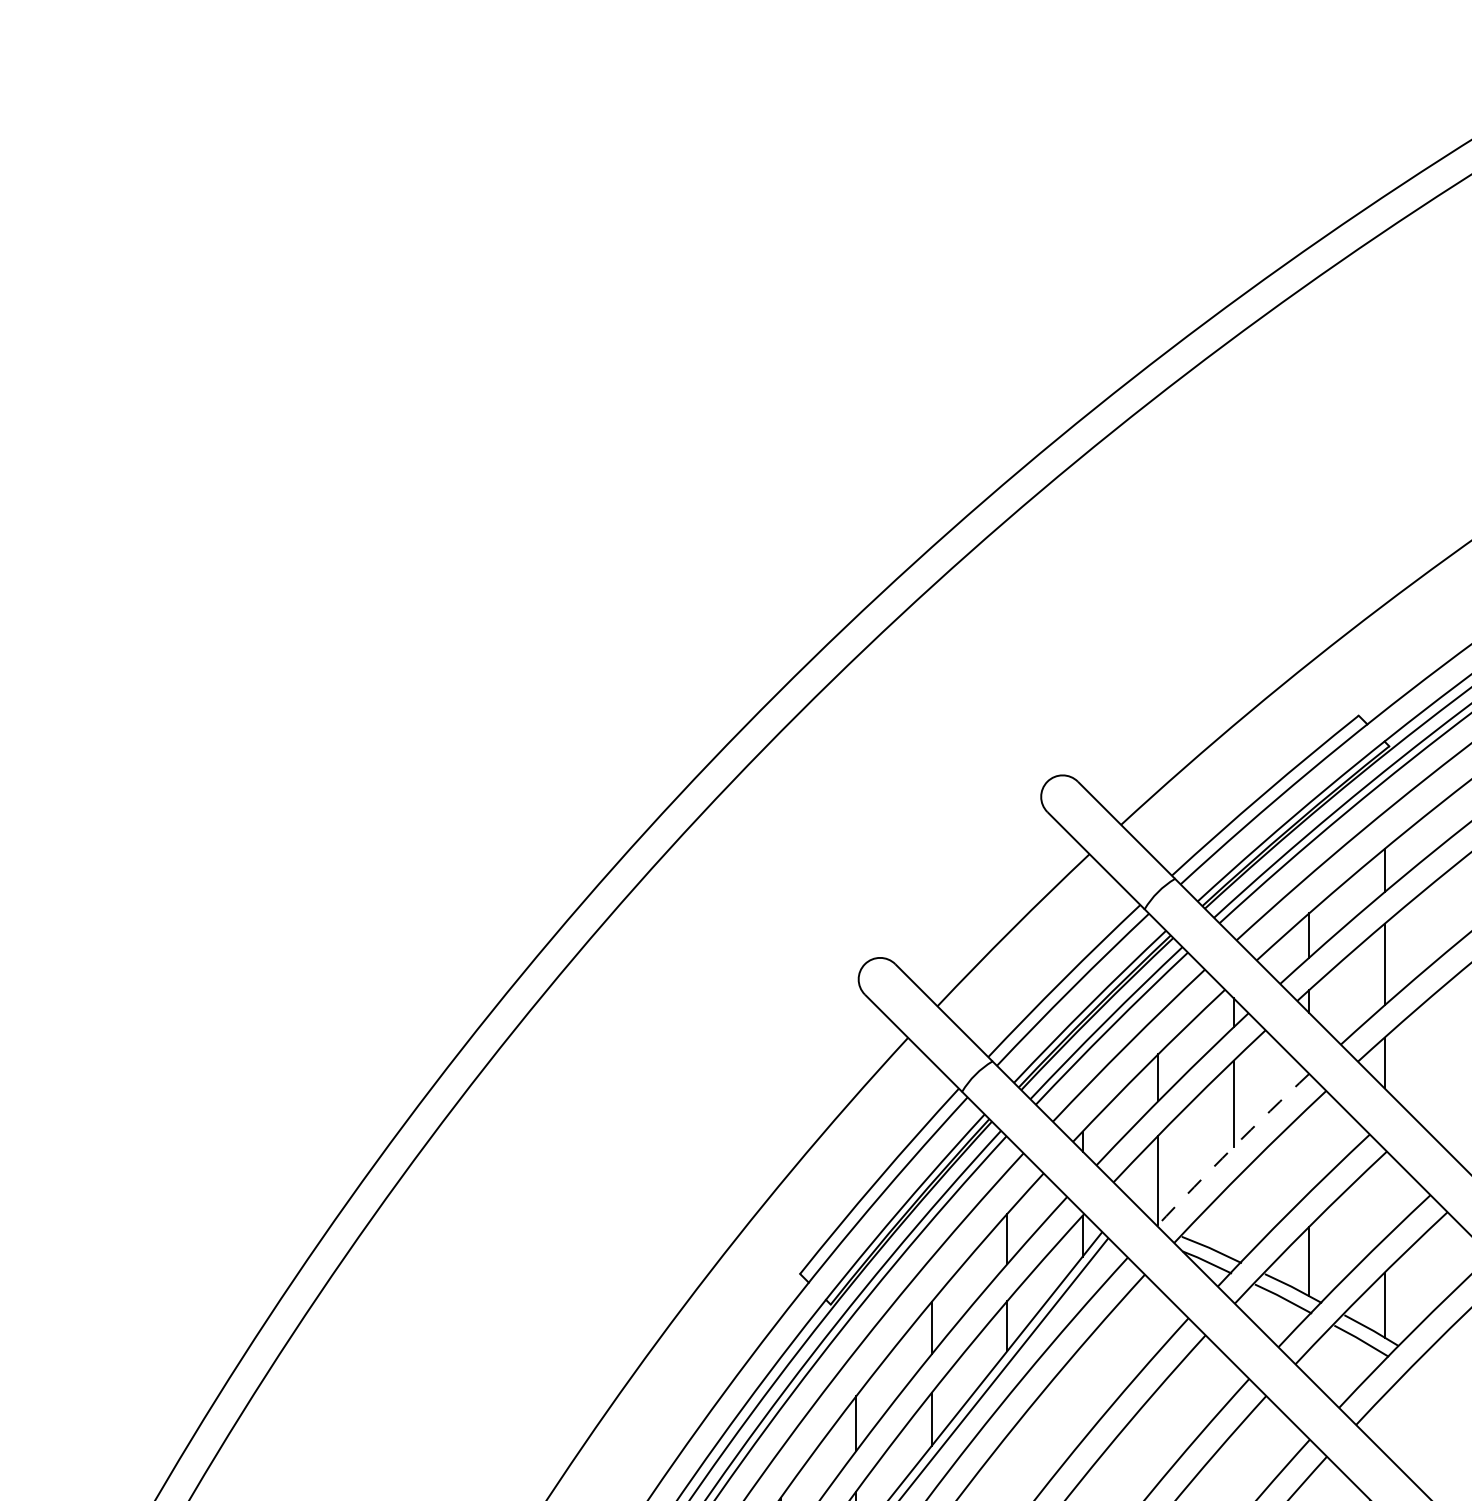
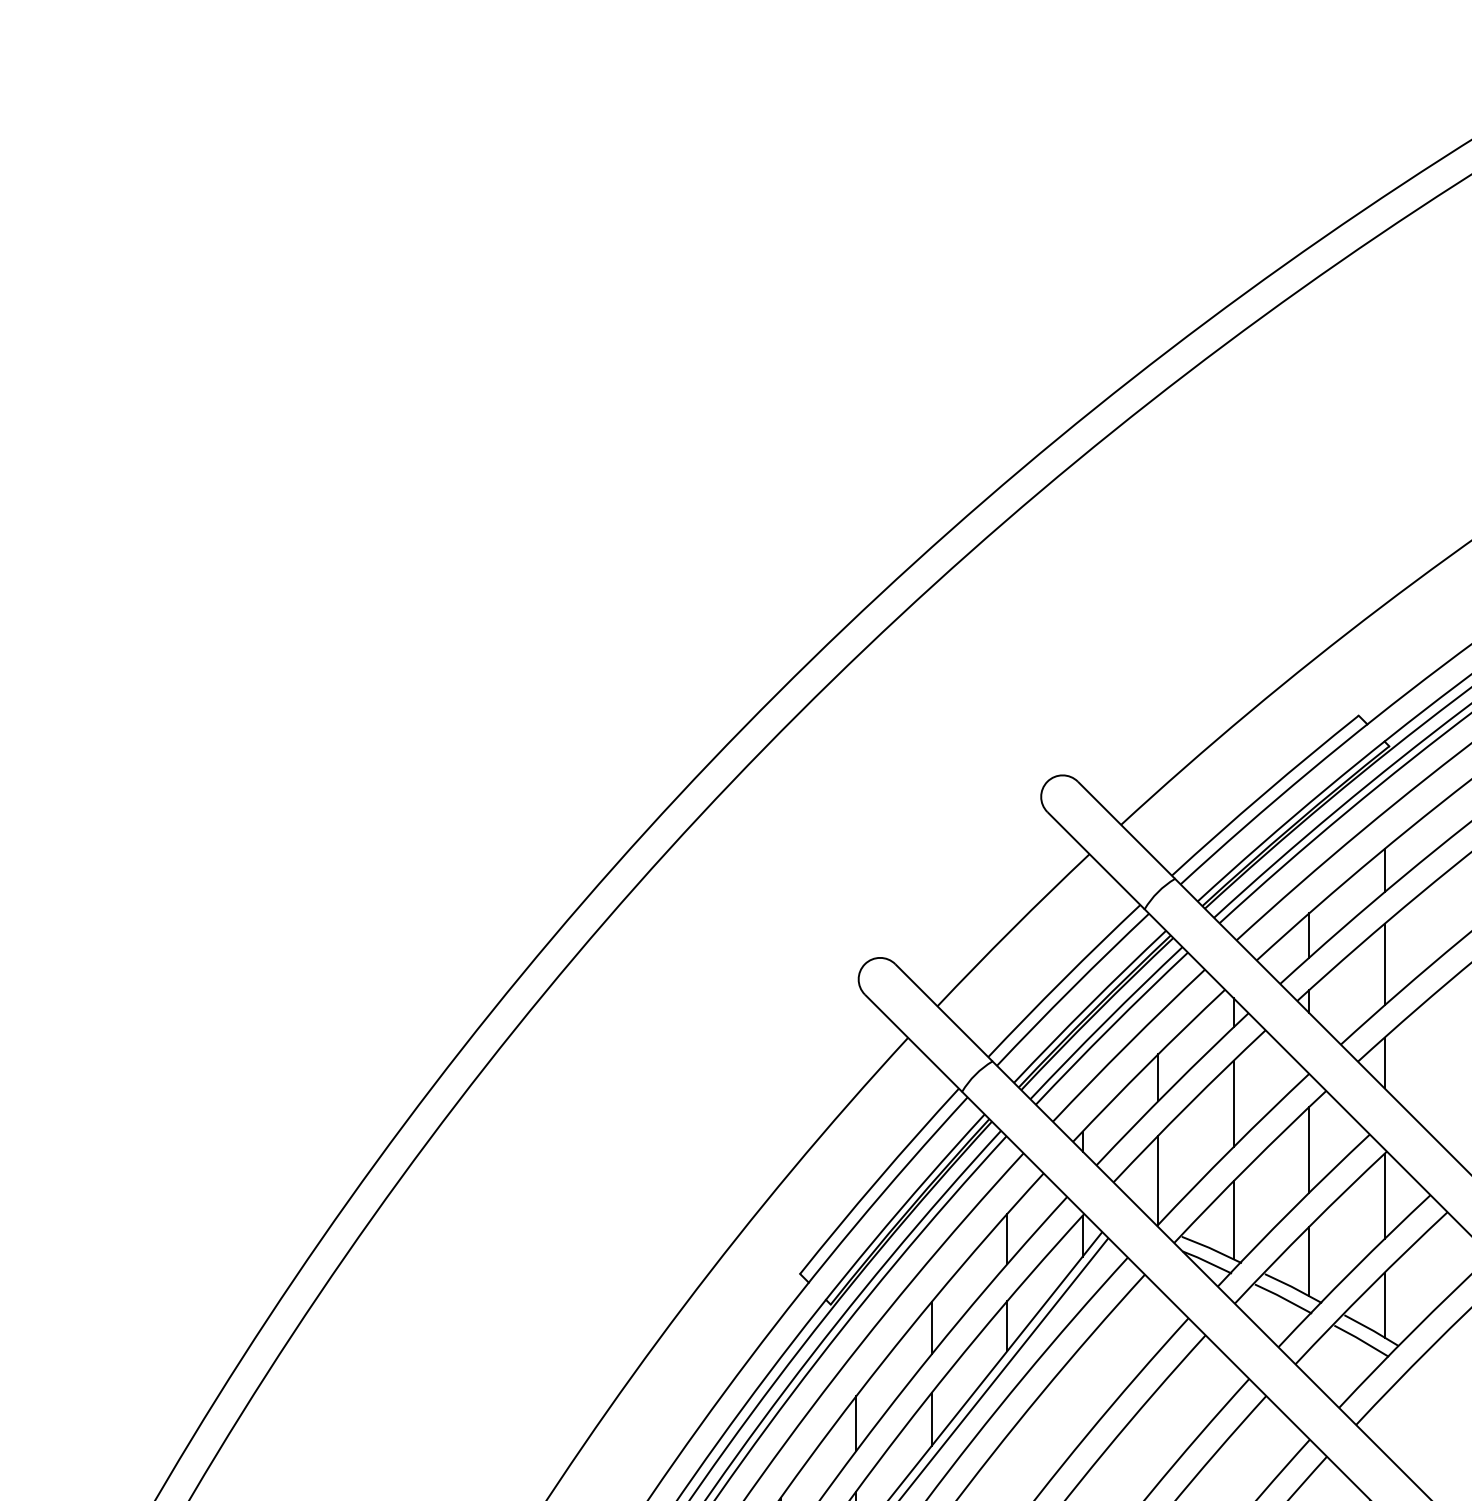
arc at (1231, 1148): dashed -> solid
line at (1309, 1149): none -> present
line at (1384, 1195): none -> present
line at (1233, 1220): none -> present
